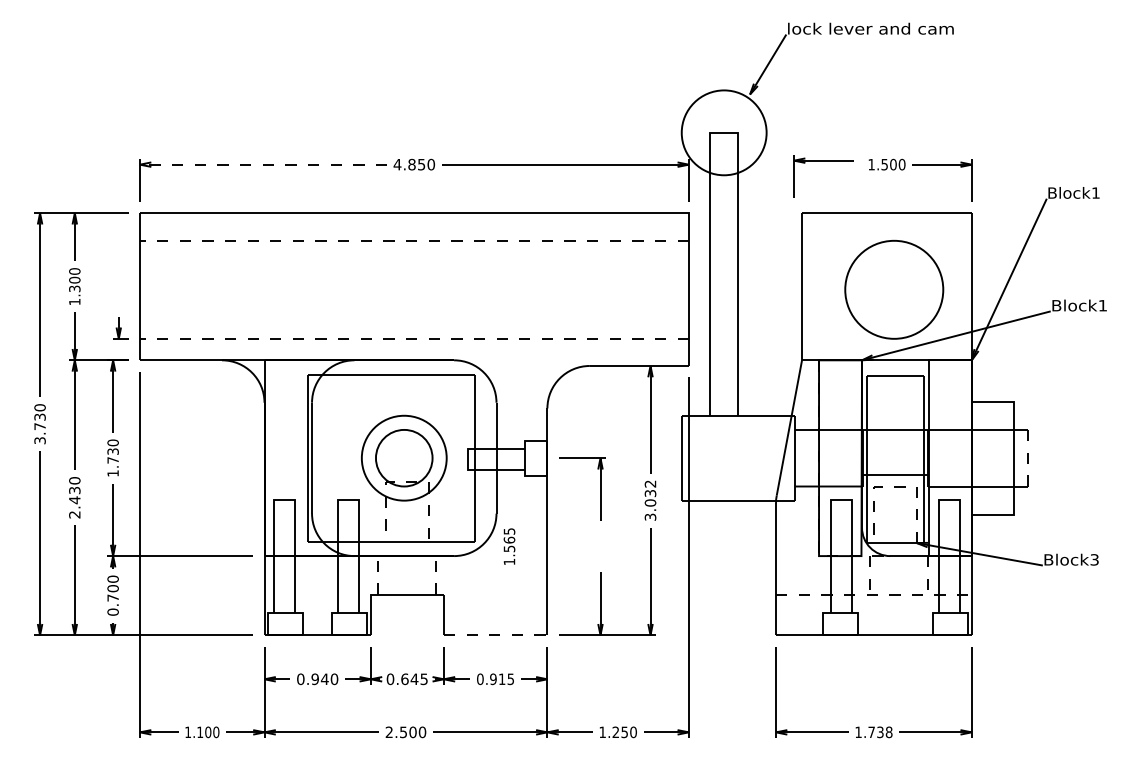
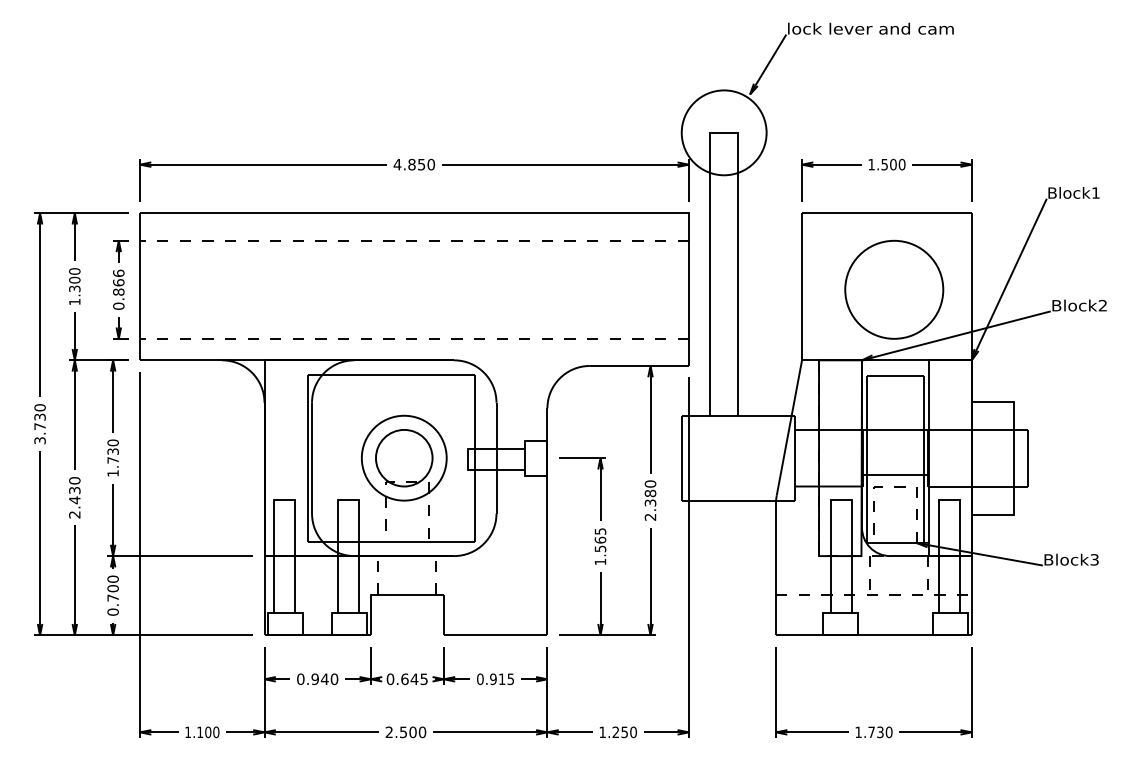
part at (823, 161) position: (823, 161) -> (831, 165)
line at (263, 164): dashed -> solid
part at (120, 274): none -> present
text at (1102, 305): Block1 -> Block2
line at (1028, 457): dashed -> solid
text at (650, 500): 3.032 -> 2.380
text at (509, 546) position: (509, 546) -> (600, 546)
line at (495, 635): dashed -> solid
text at (888, 731): 1.738 -> 1.730
